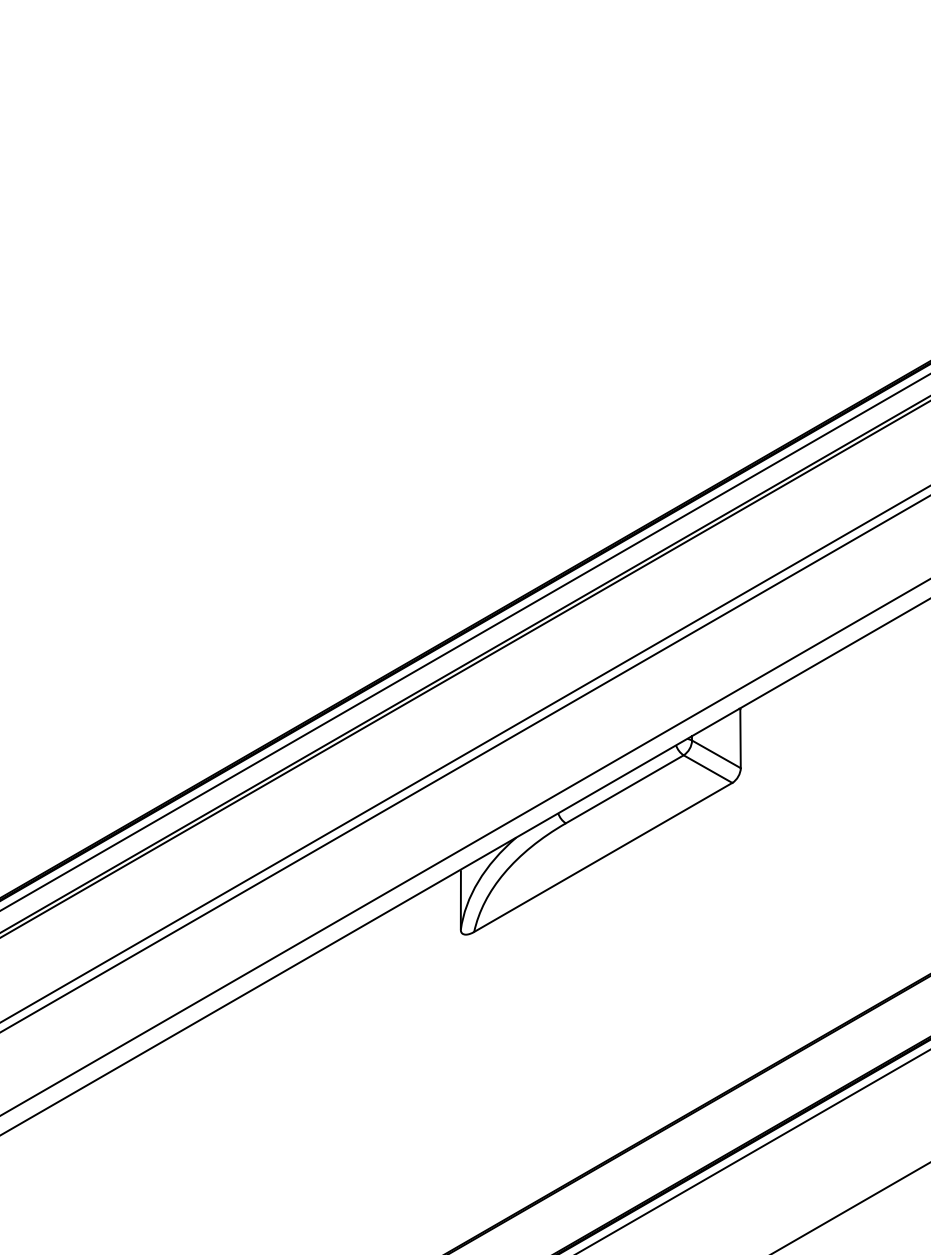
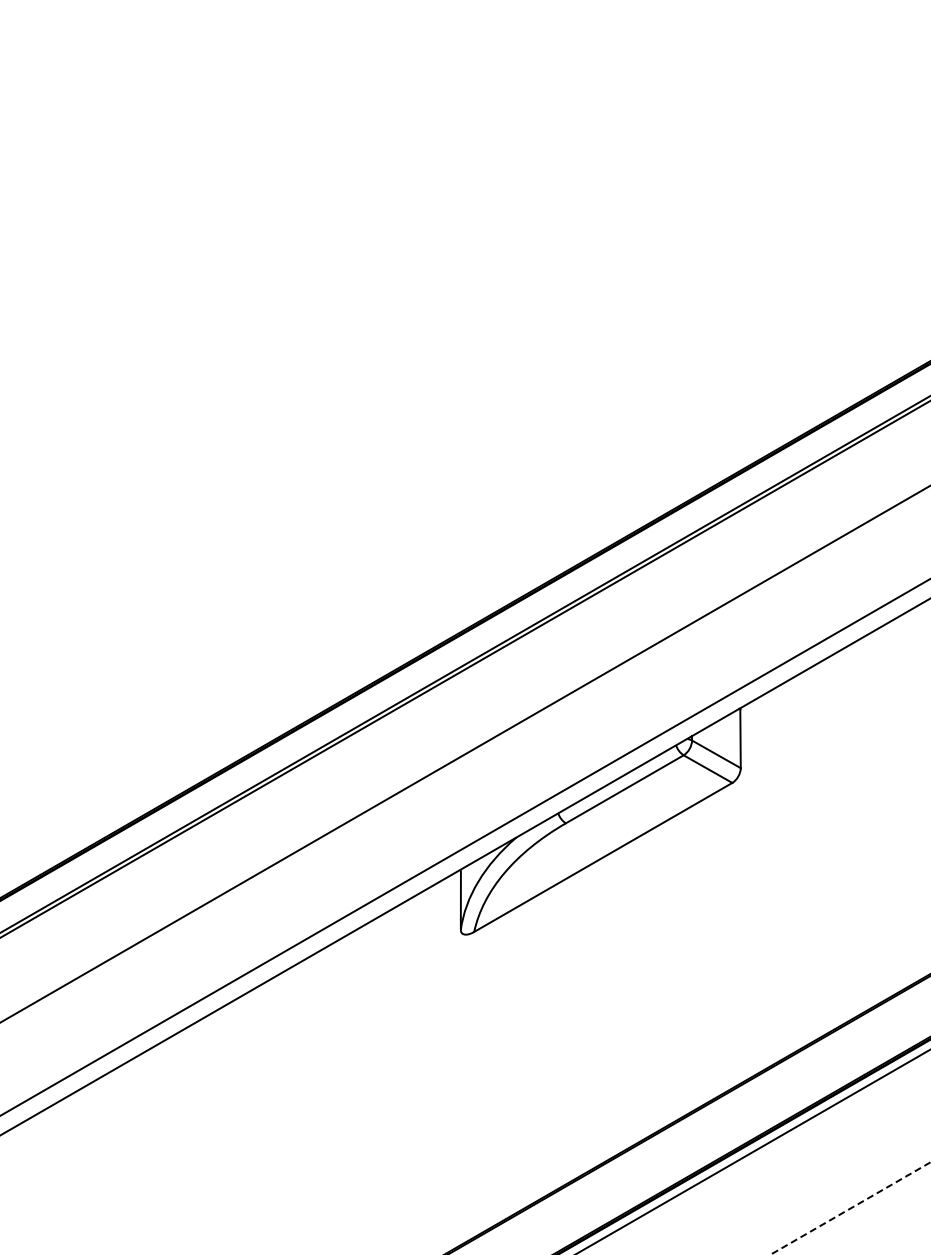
line at (464, 642): present -> none
line at (464, 764): present -> none
line at (850, 1208): solid -> dashed
